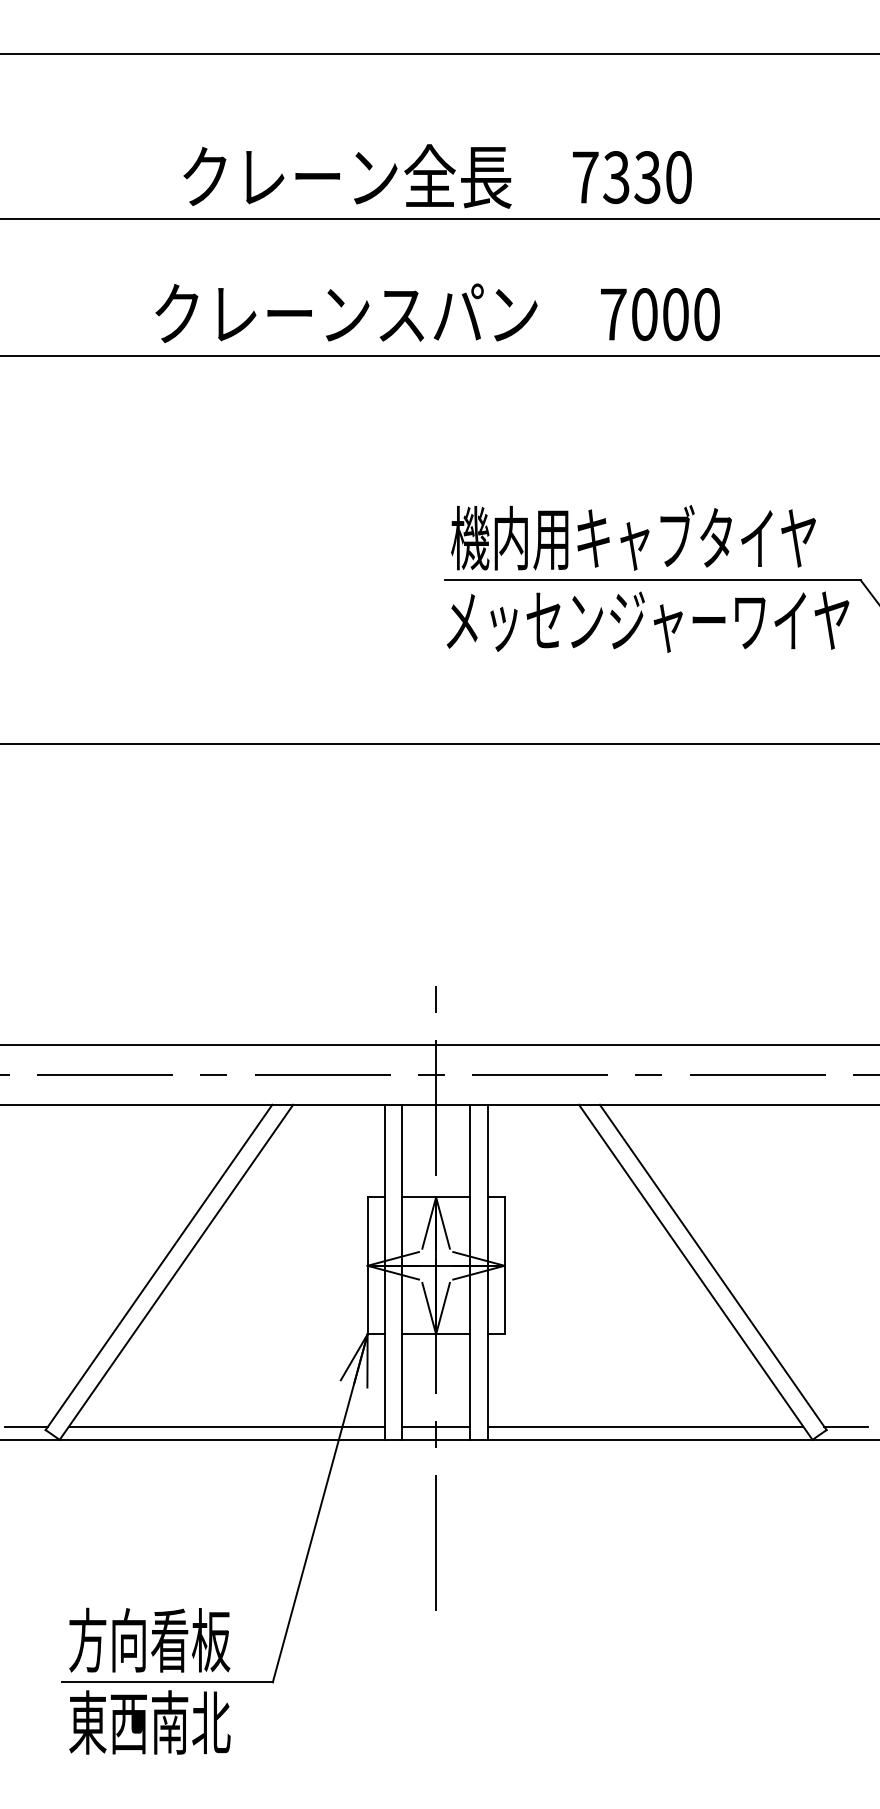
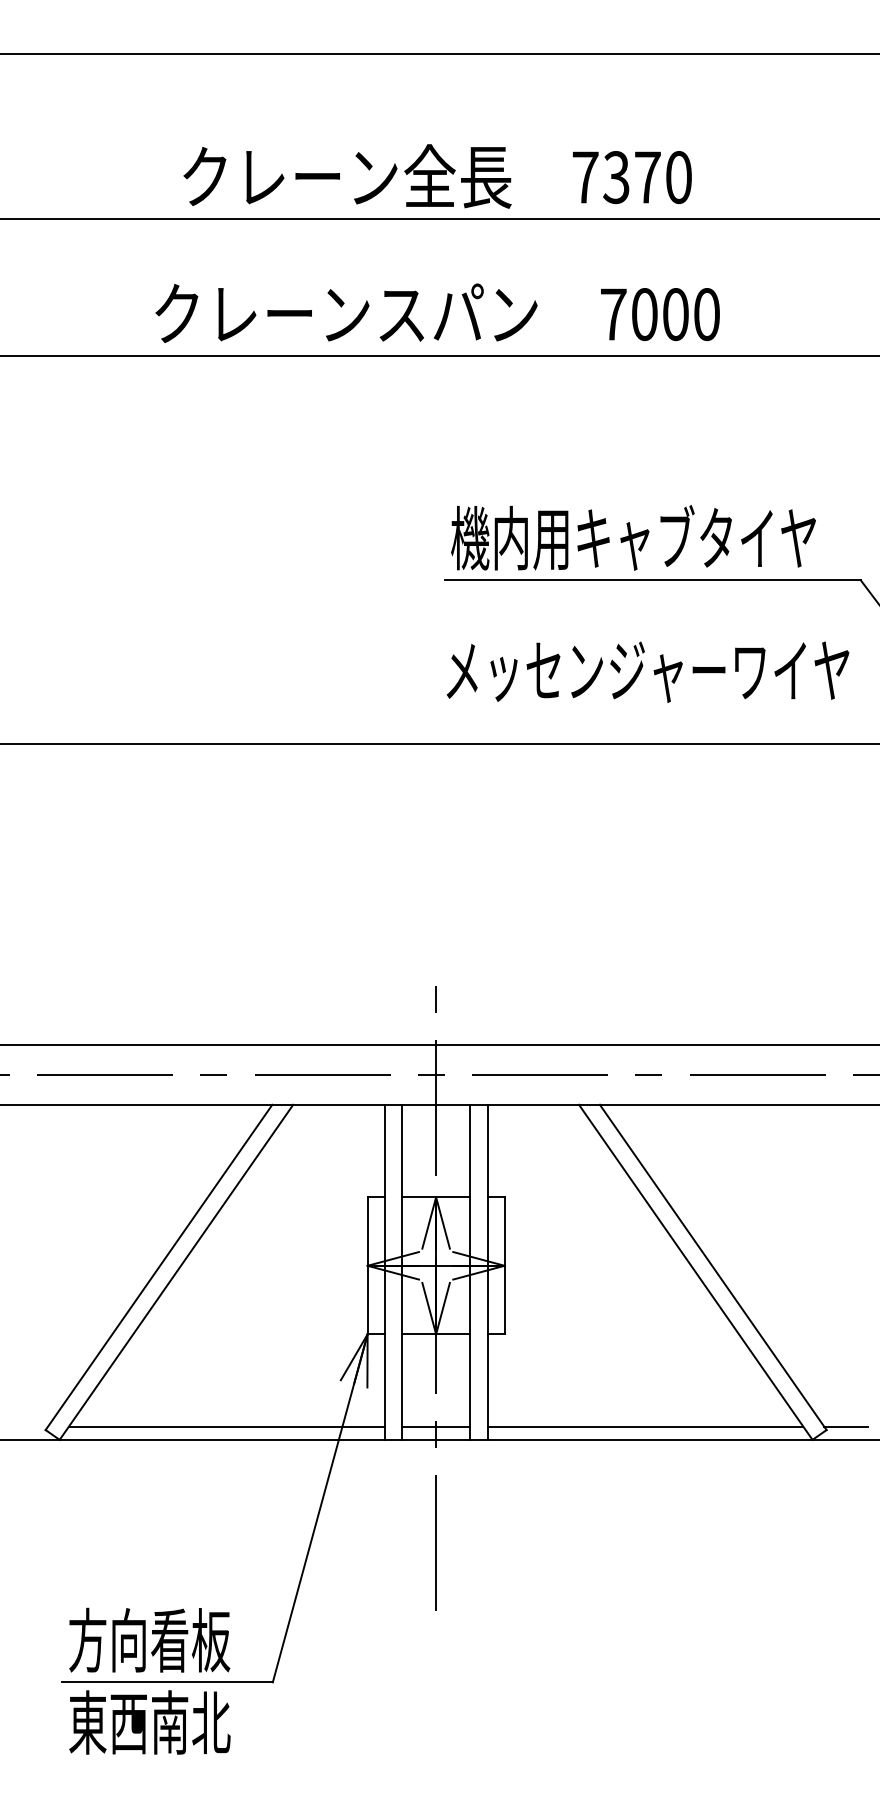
text at (647, 177): 7330 -> 7370
text at (647, 621) position: (647, 621) -> (647, 671)
line at (26, 1426): present -> none
